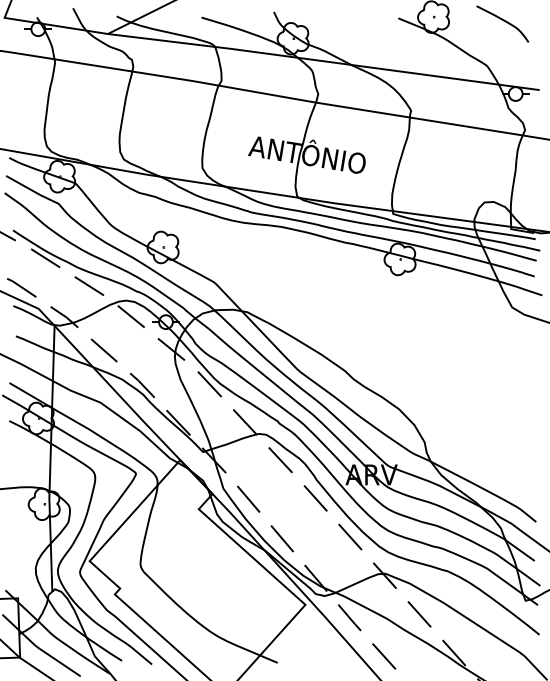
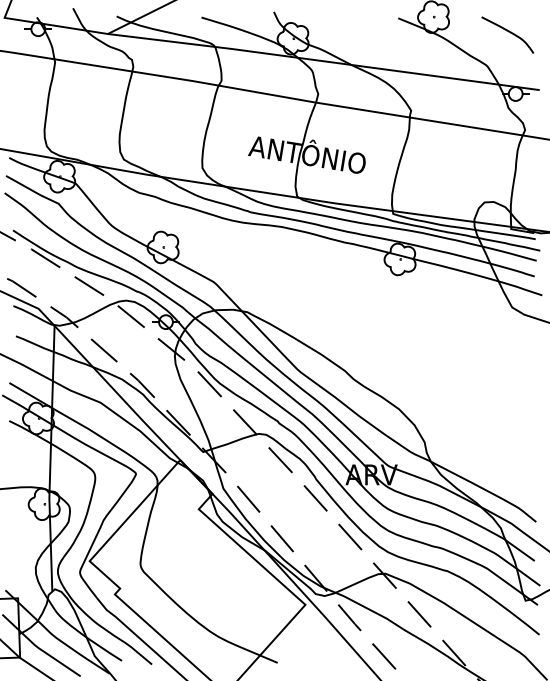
curve at (503, 21) position: (503, 21) -> (508, 32)
